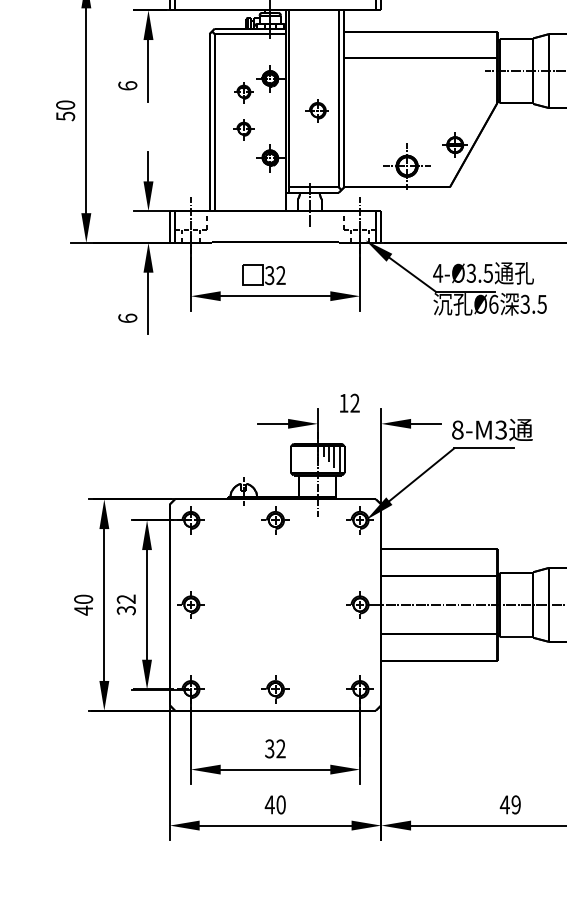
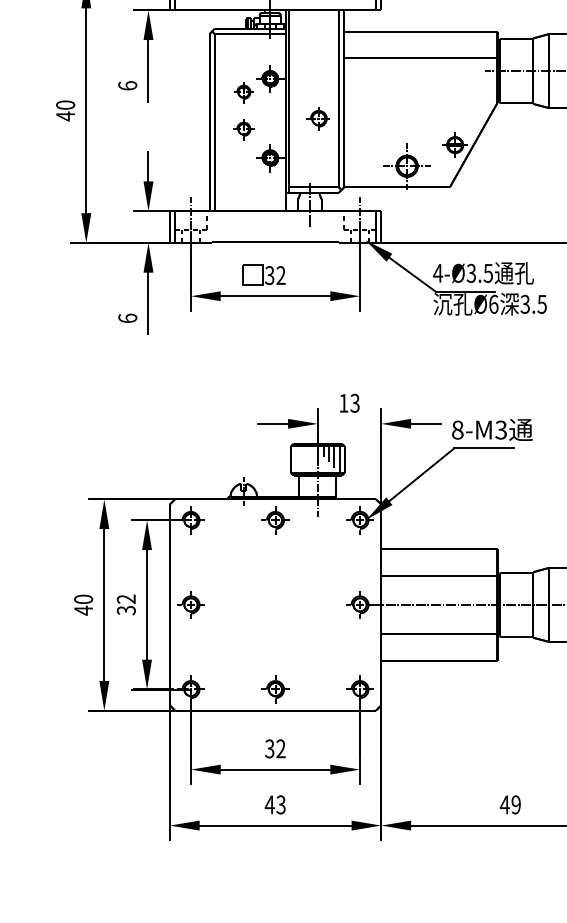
part at (316, 110) position: (316, 110) -> (317, 118)
text at (65, 116): 50 -> 40
text at (354, 403): 12 -> 13
text at (280, 804): 40 -> 43
